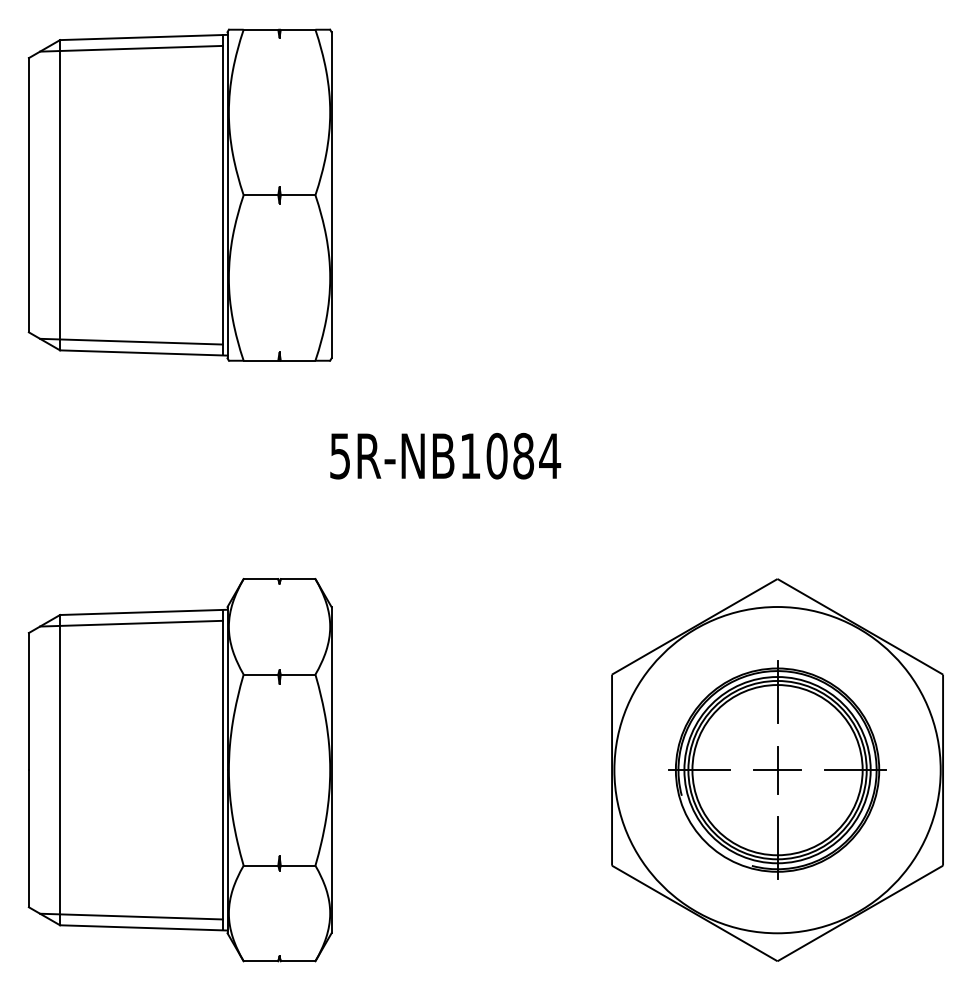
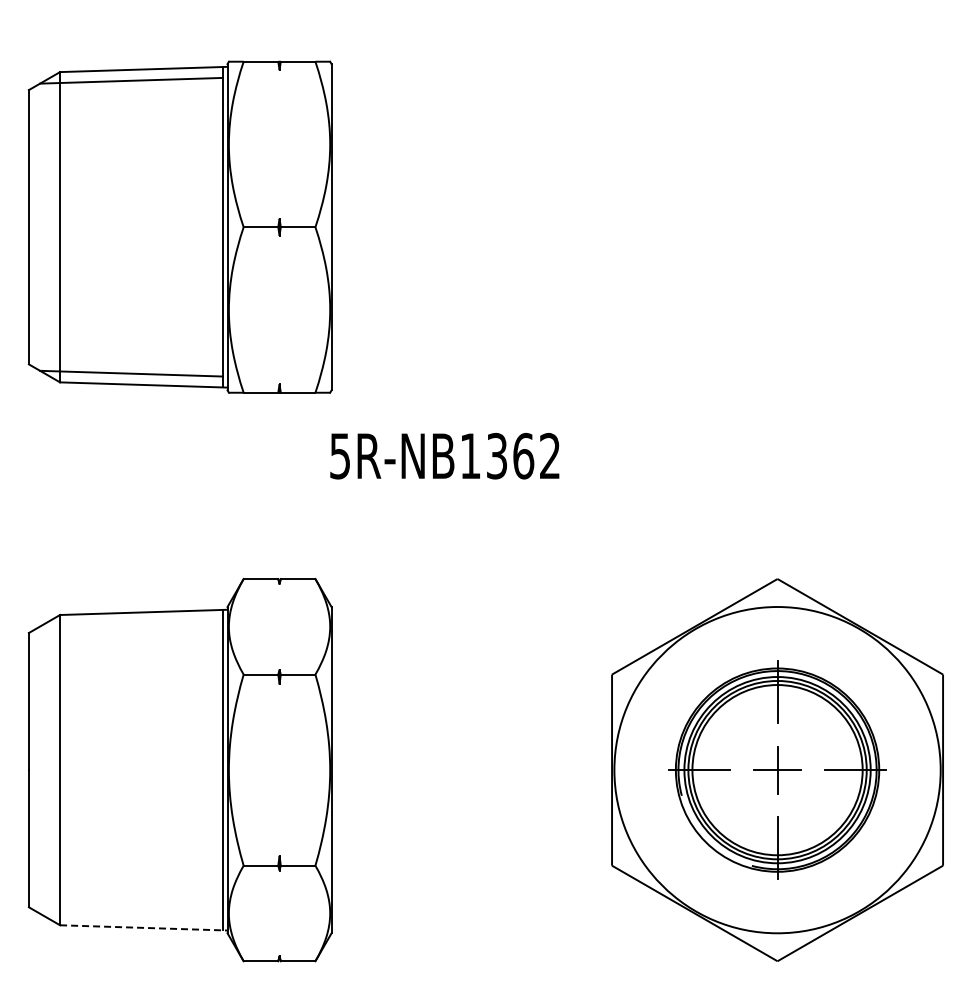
part at (179, 194) position: (179, 194) -> (179, 226)
text at (523, 455): 5R-NB1084 -> 5R-NB1362
line at (131, 623): present -> none
line at (131, 916): present -> none
line at (143, 927): solid -> dashed
